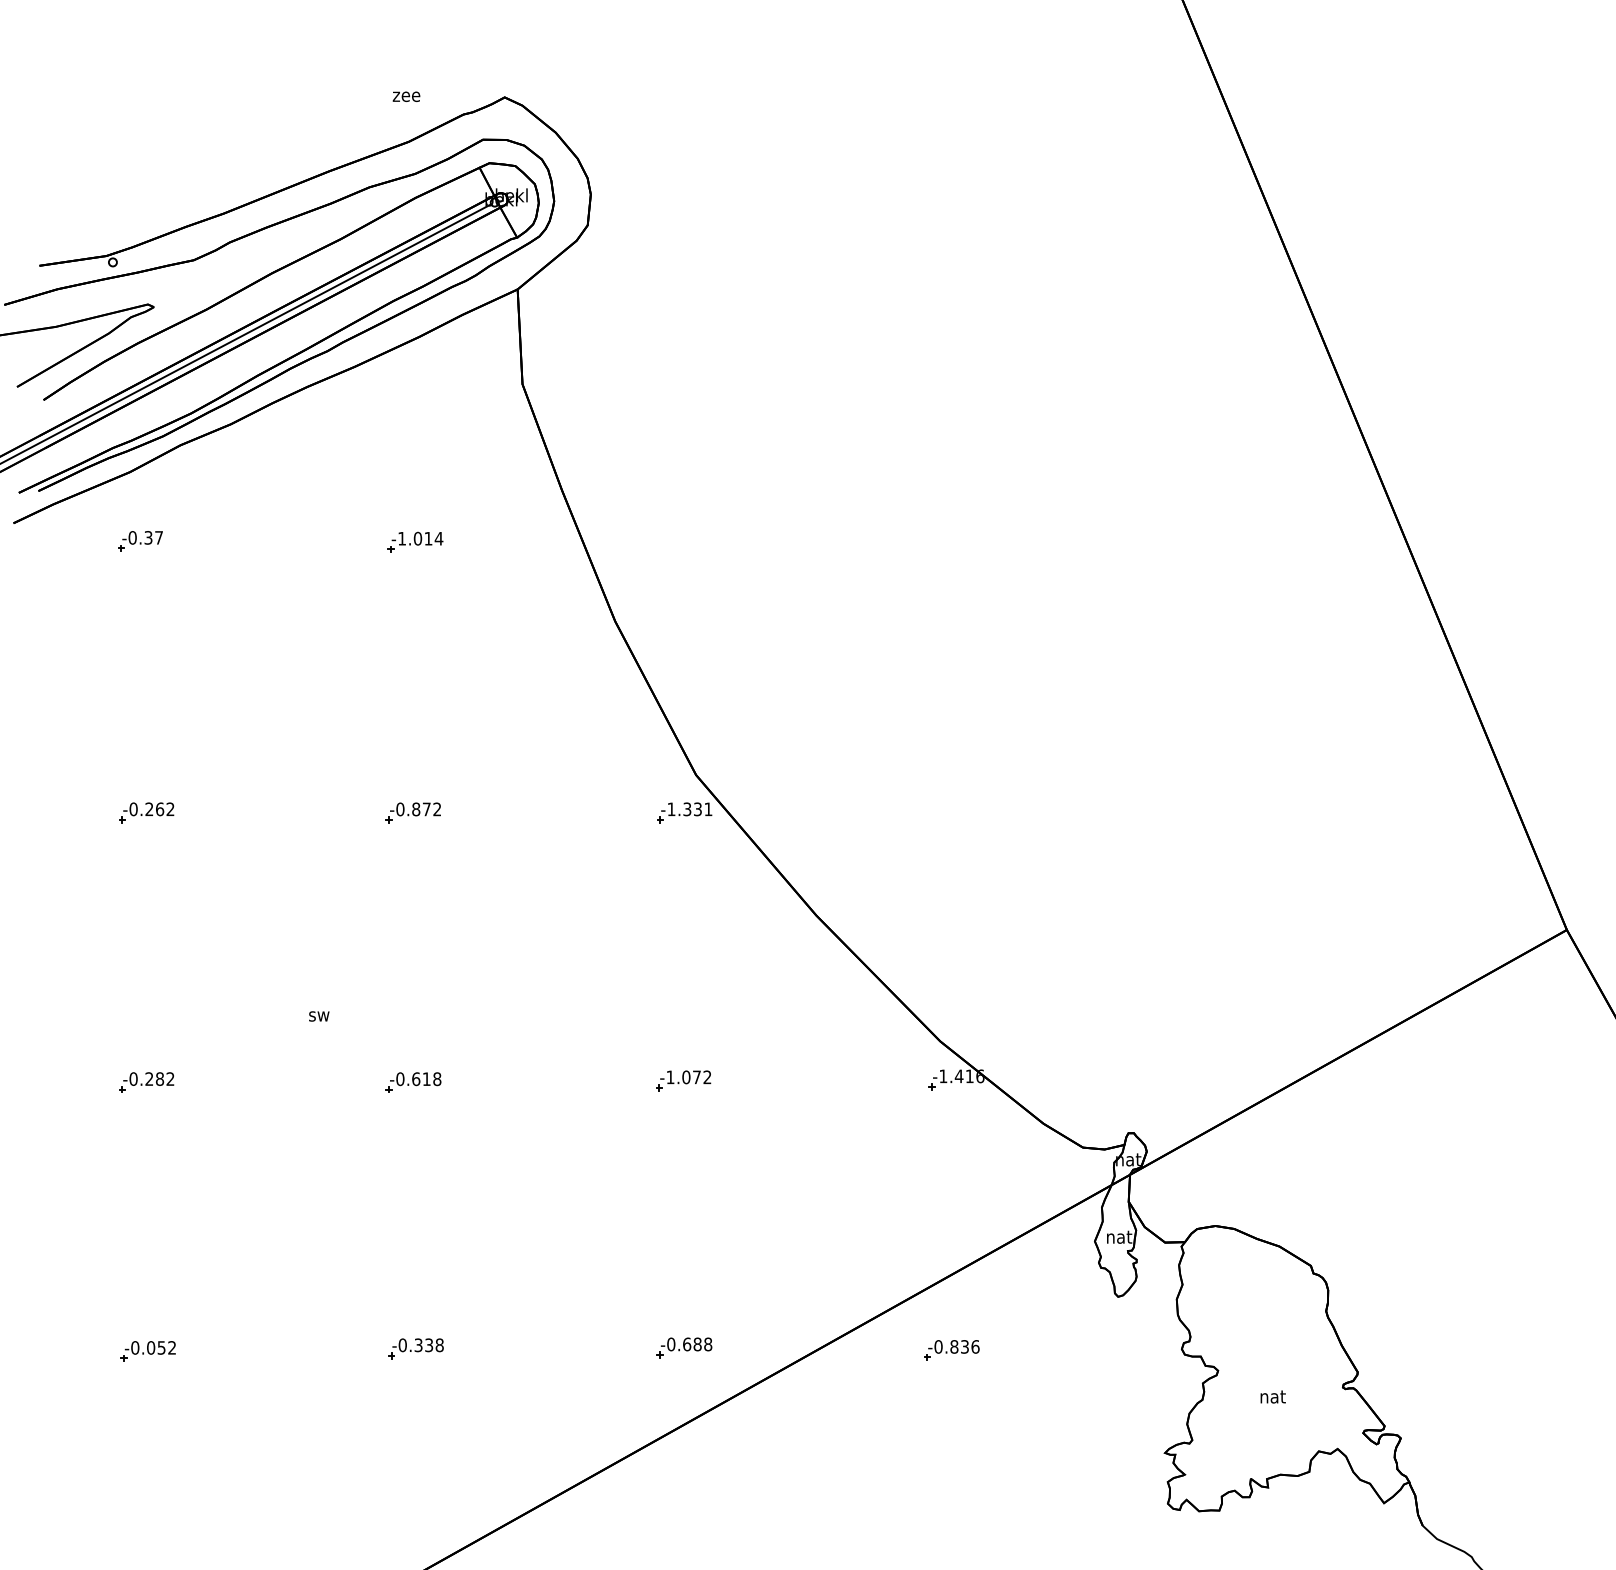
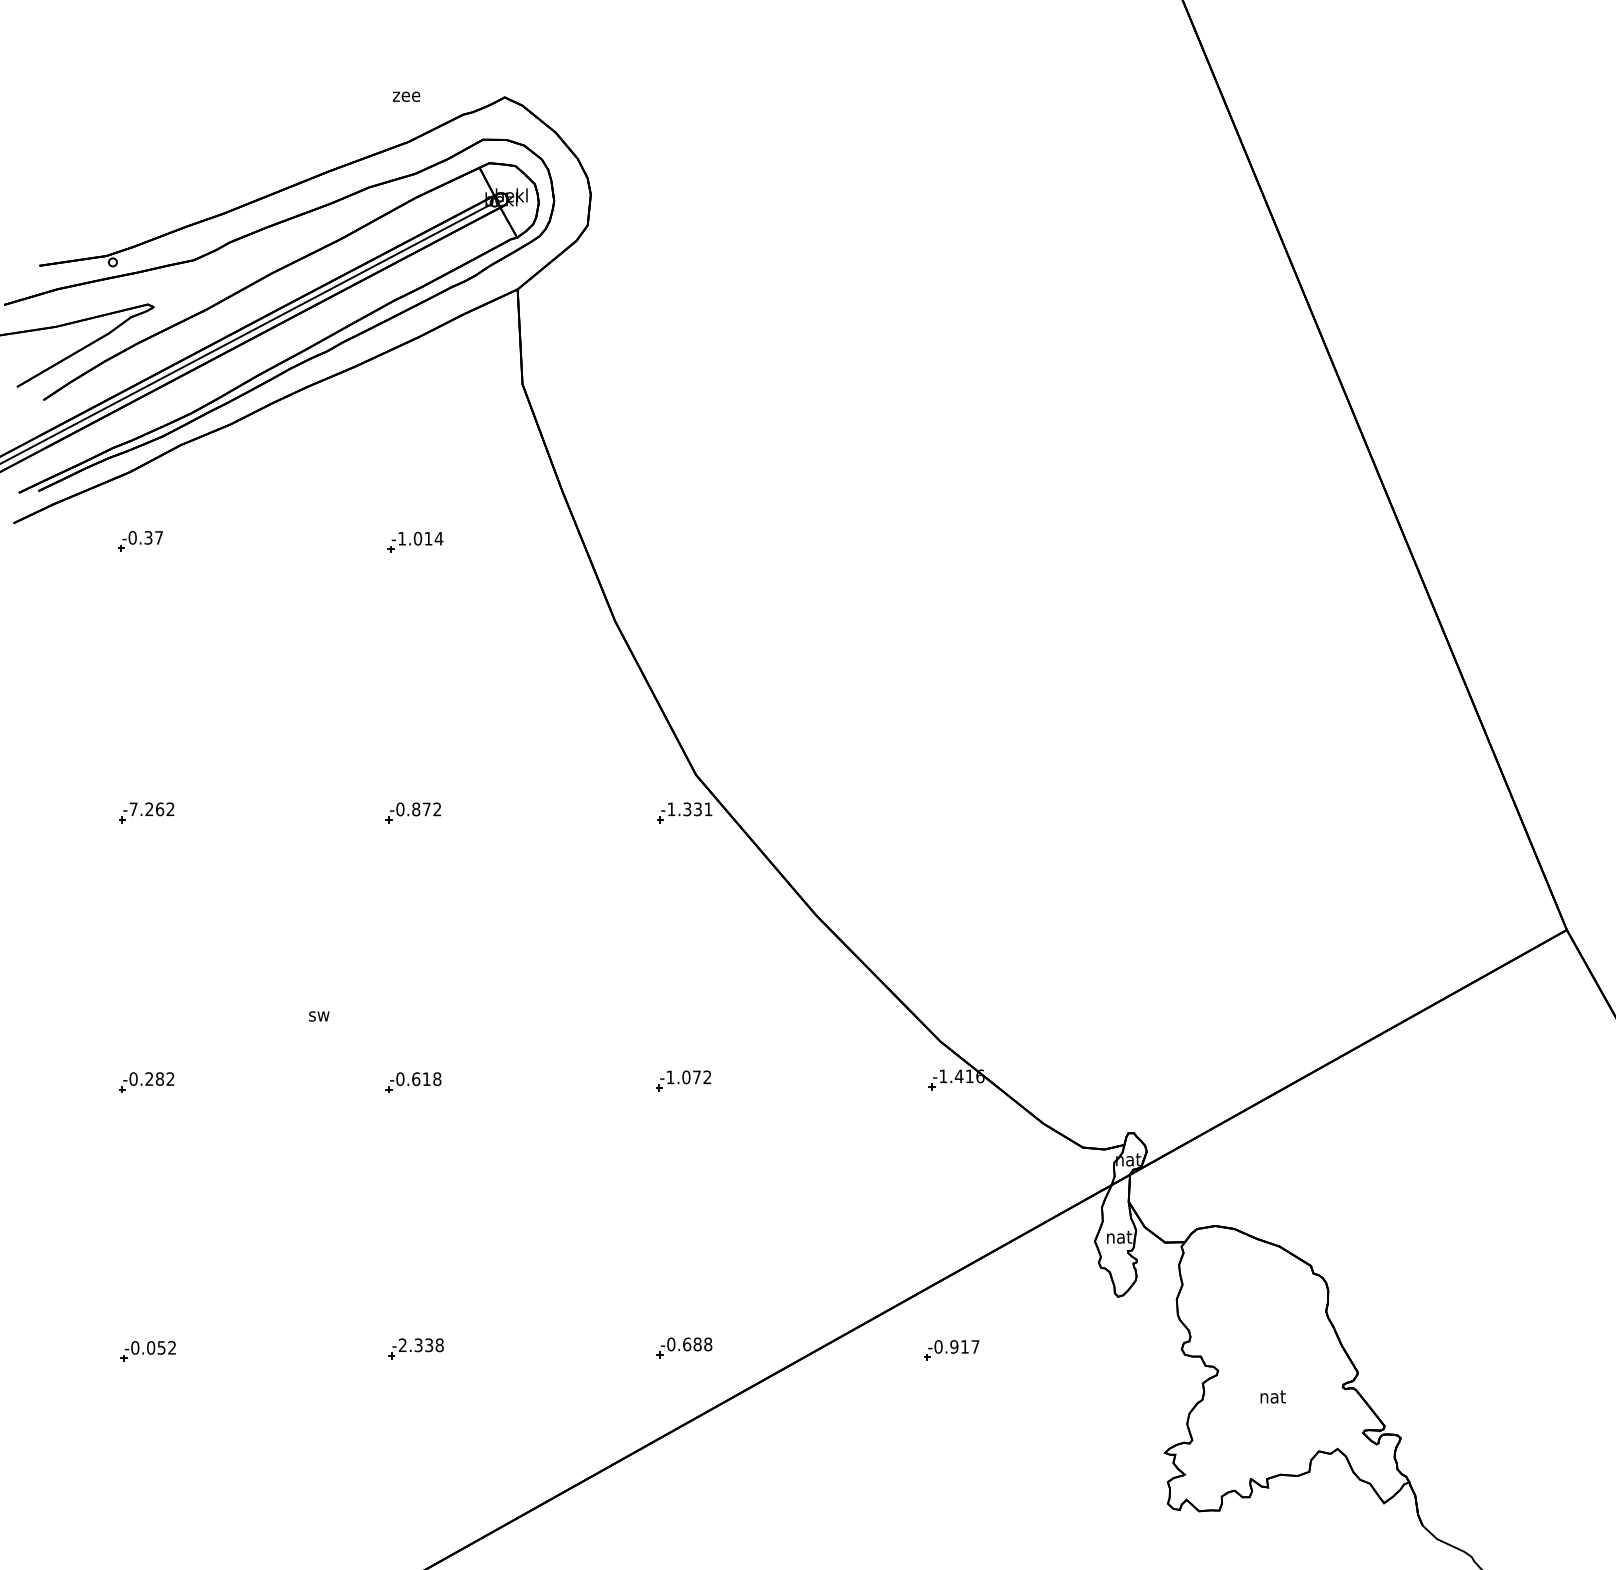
text at (133, 809): -0.262 -> -7.262
text at (402, 1345): -0.338 -> -2.338
text at (964, 1346): -0.836 -> -0.917
